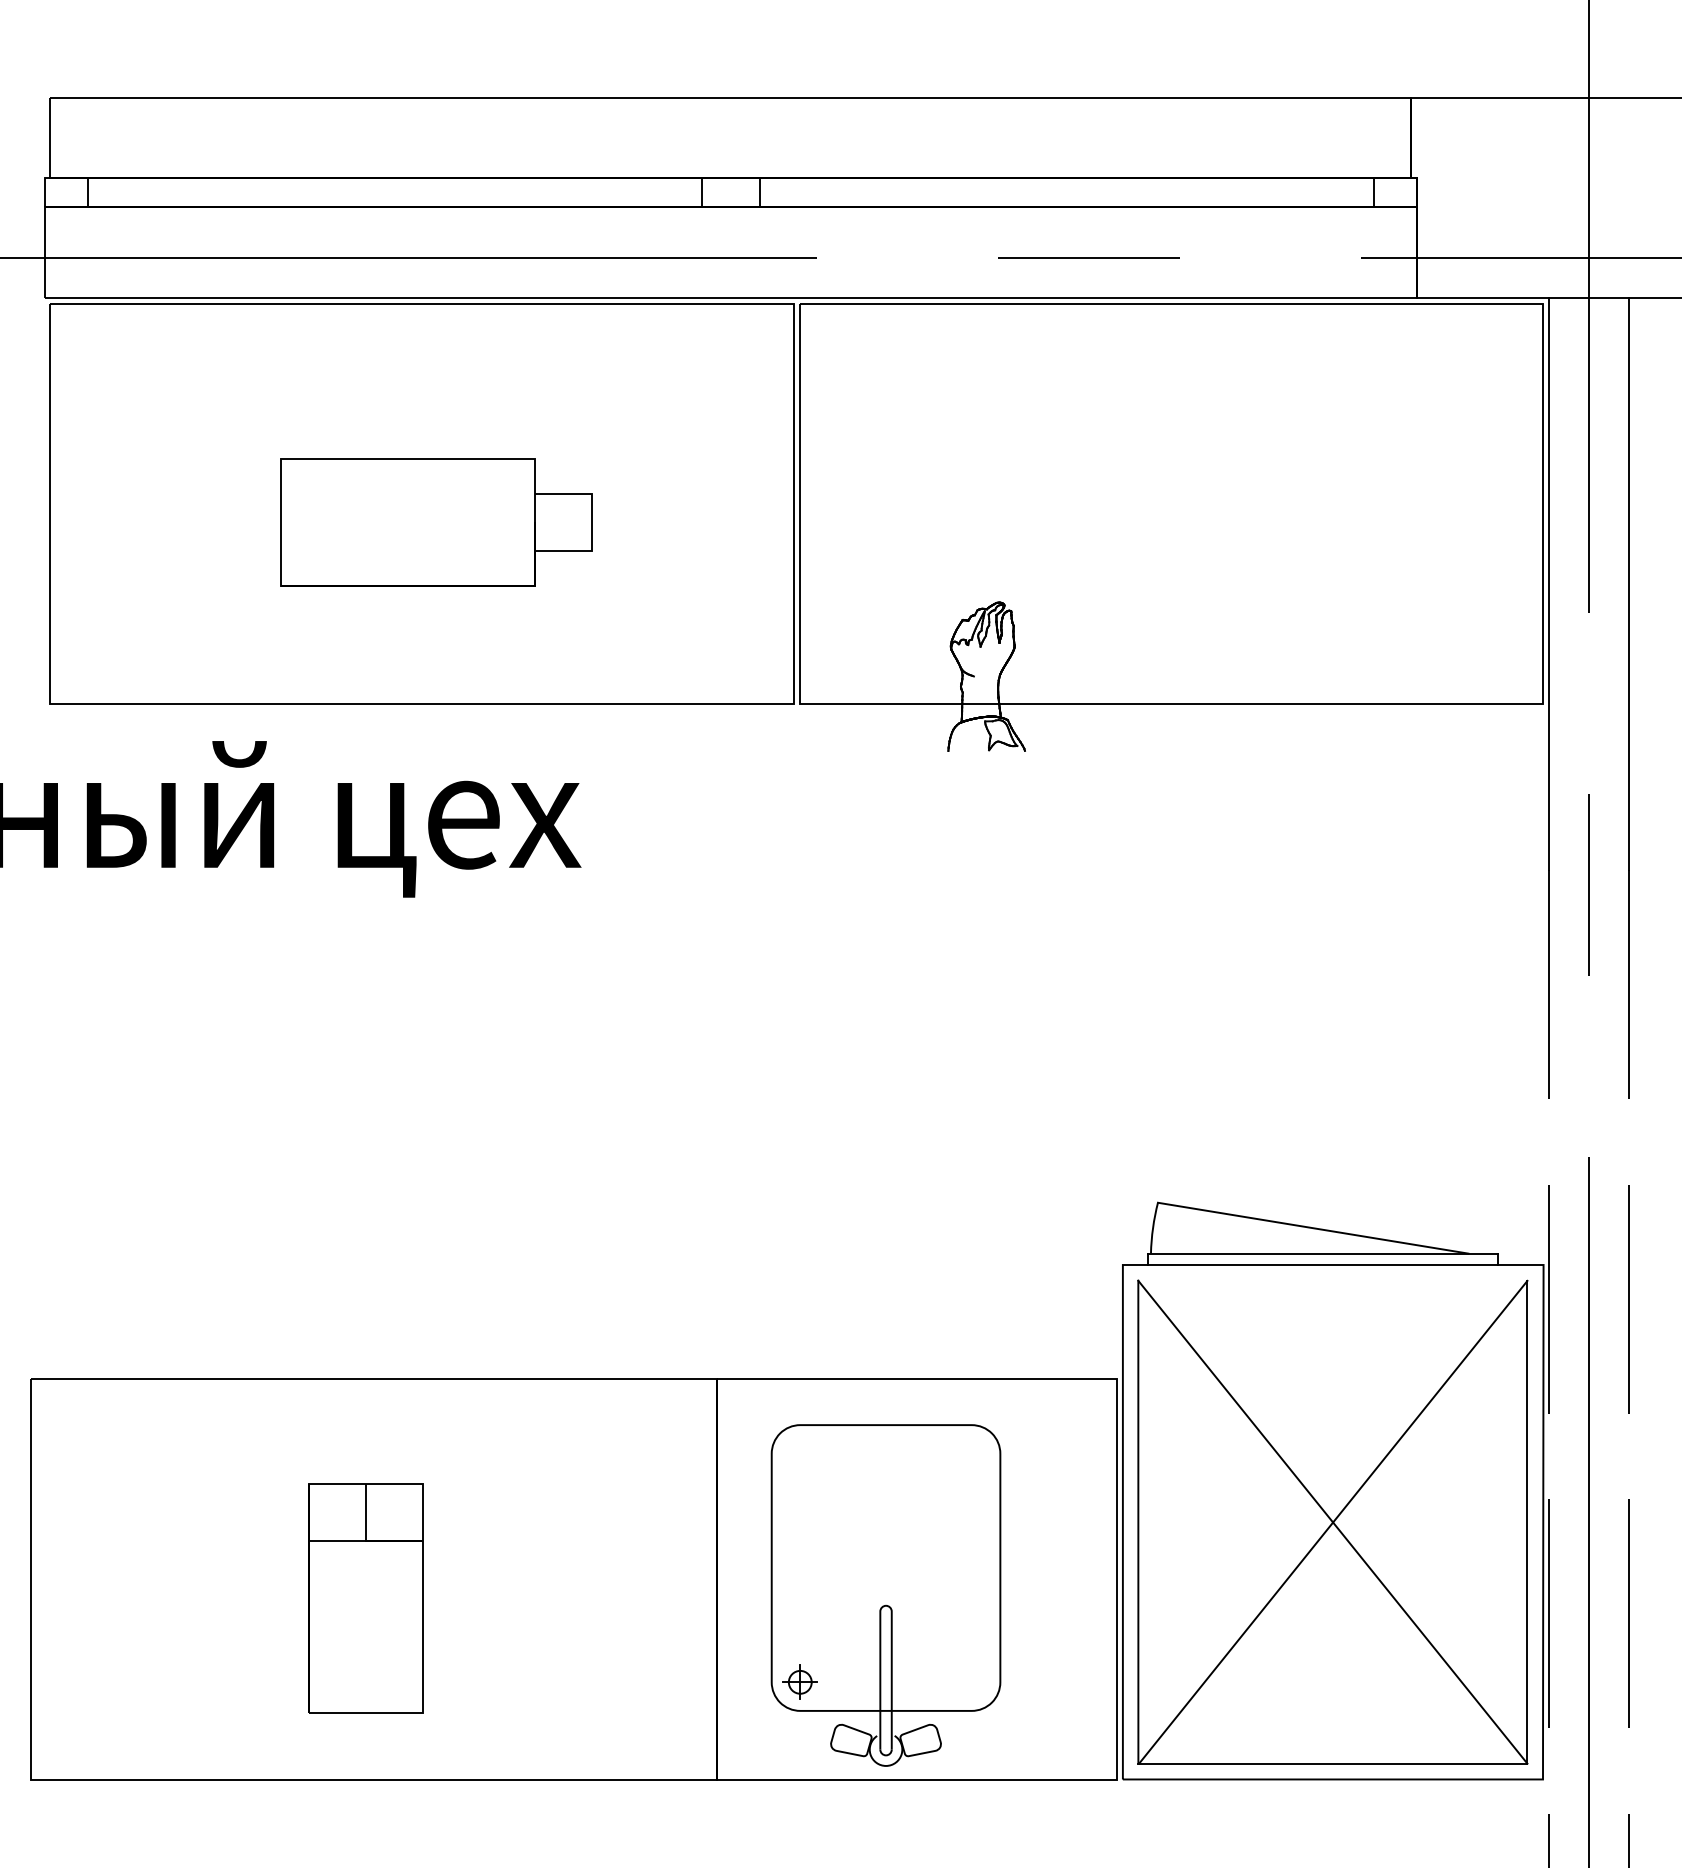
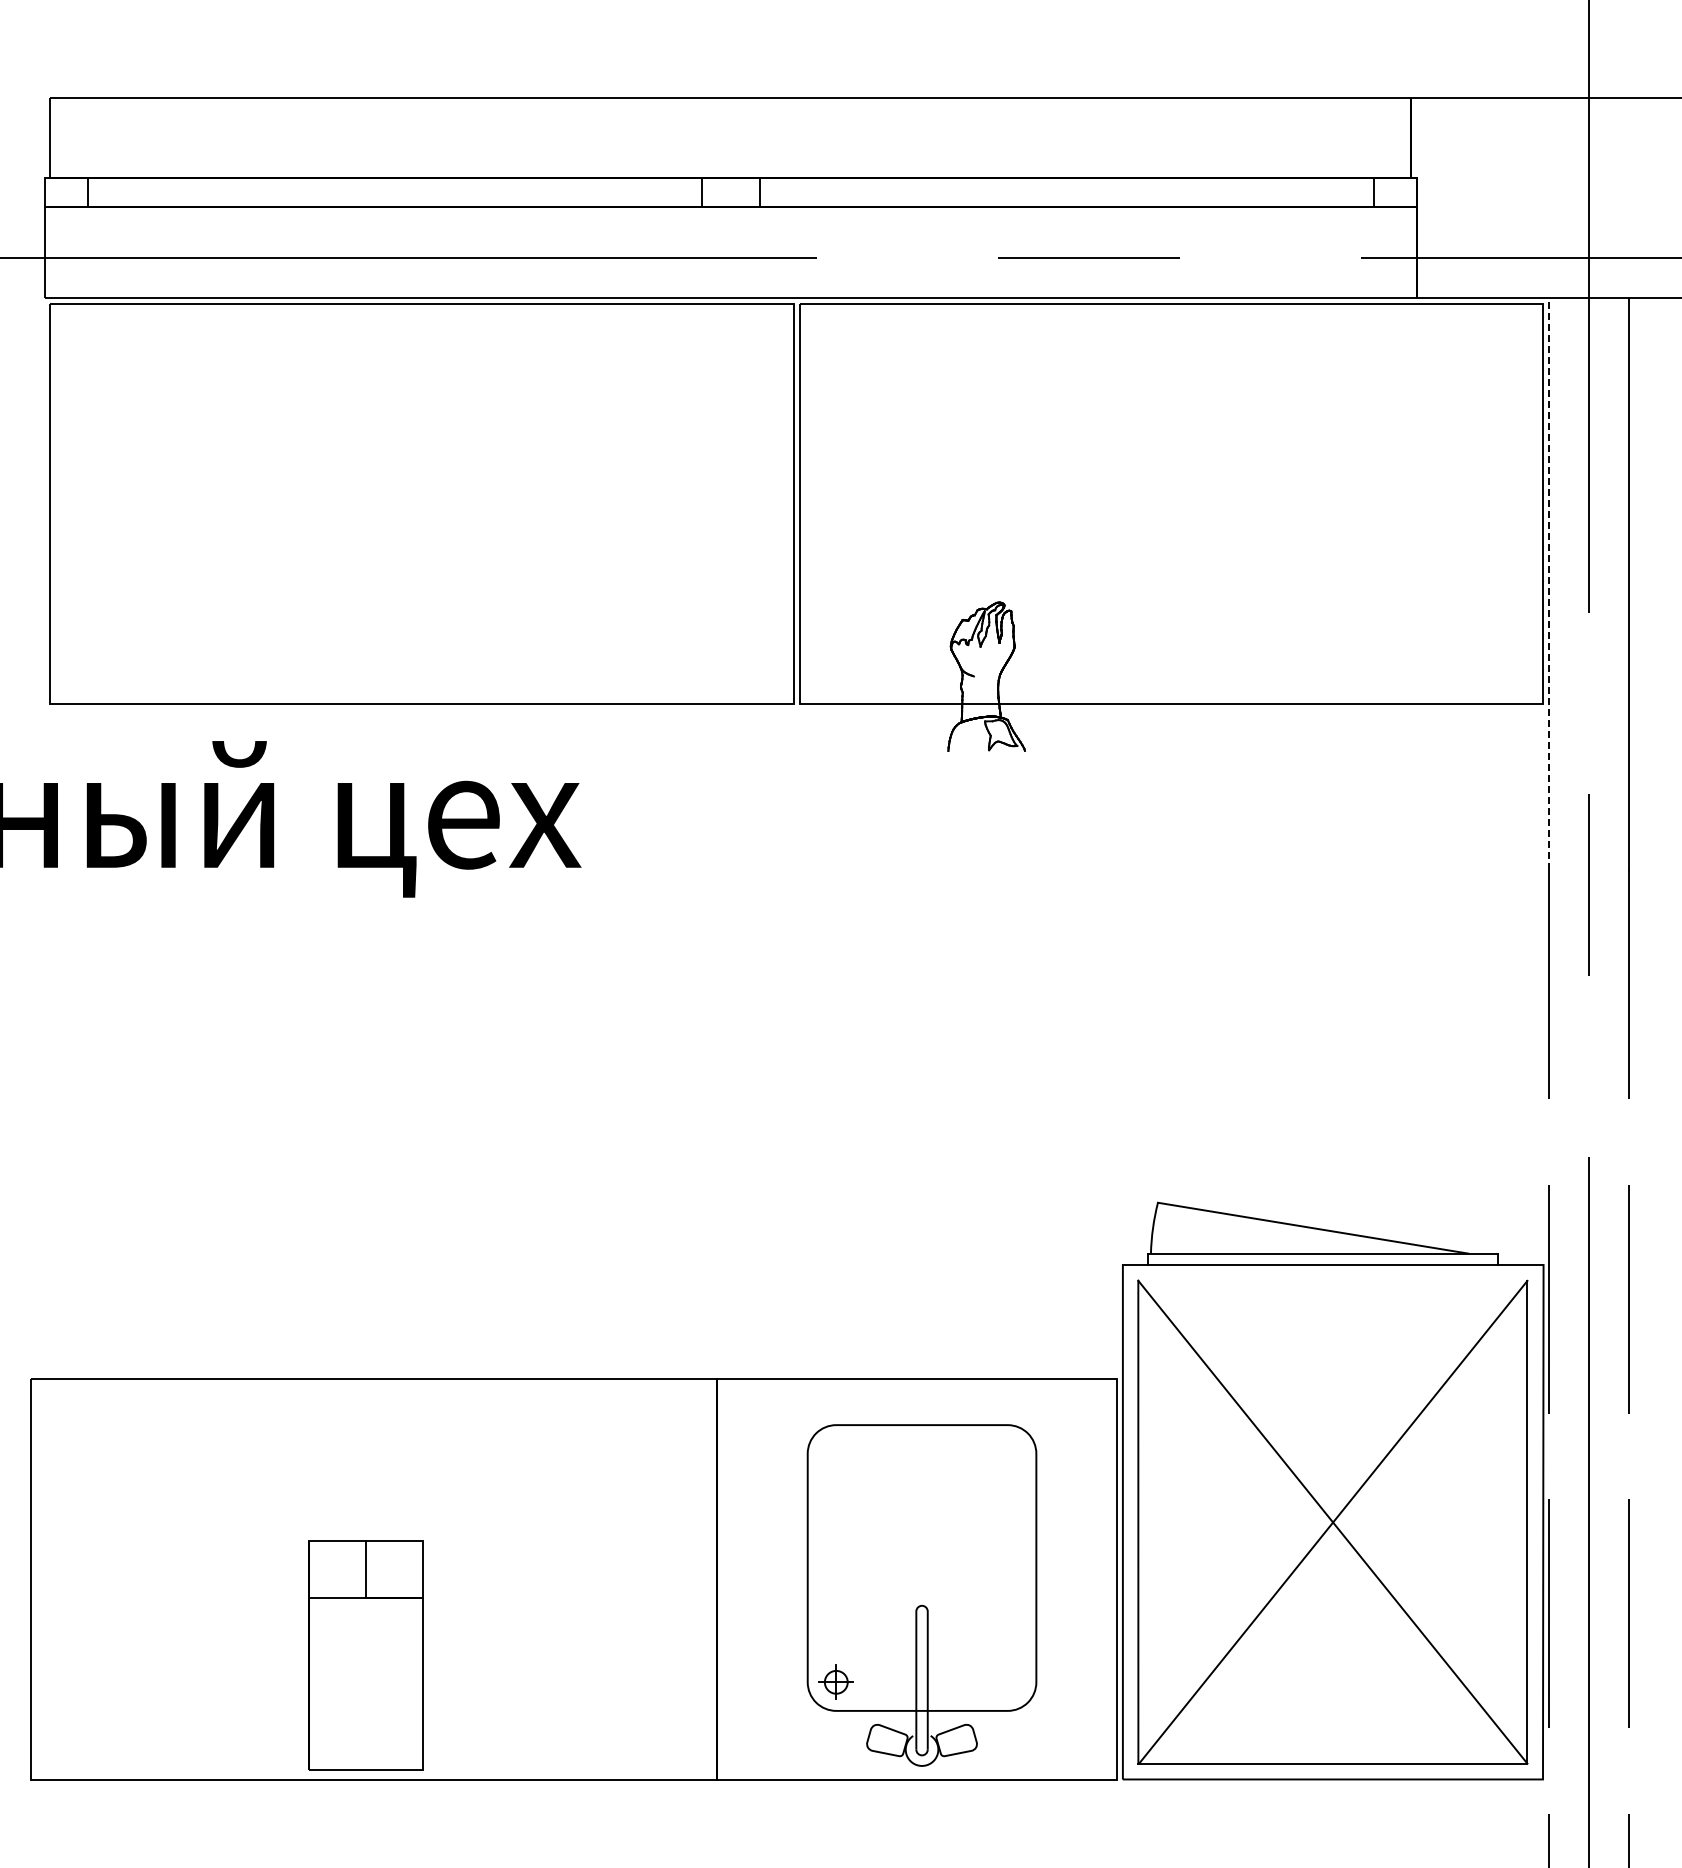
curve at (436, 459): present -> none
line at (1548, 584): solid -> dashed
part at (885, 1595) position: (885, 1595) -> (921, 1595)
part at (365, 1598) position: (365, 1598) -> (365, 1655)
